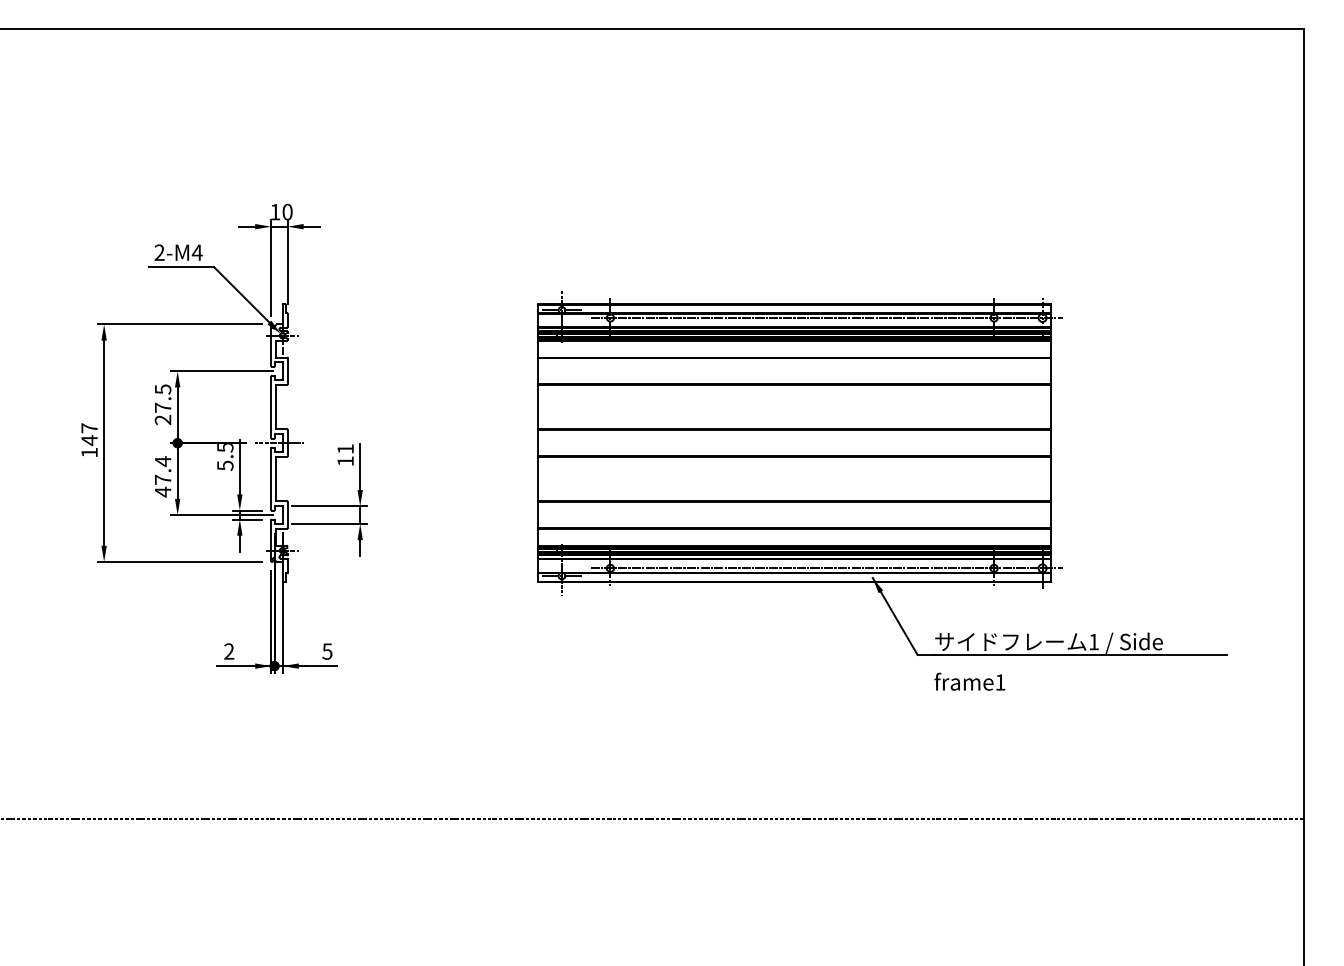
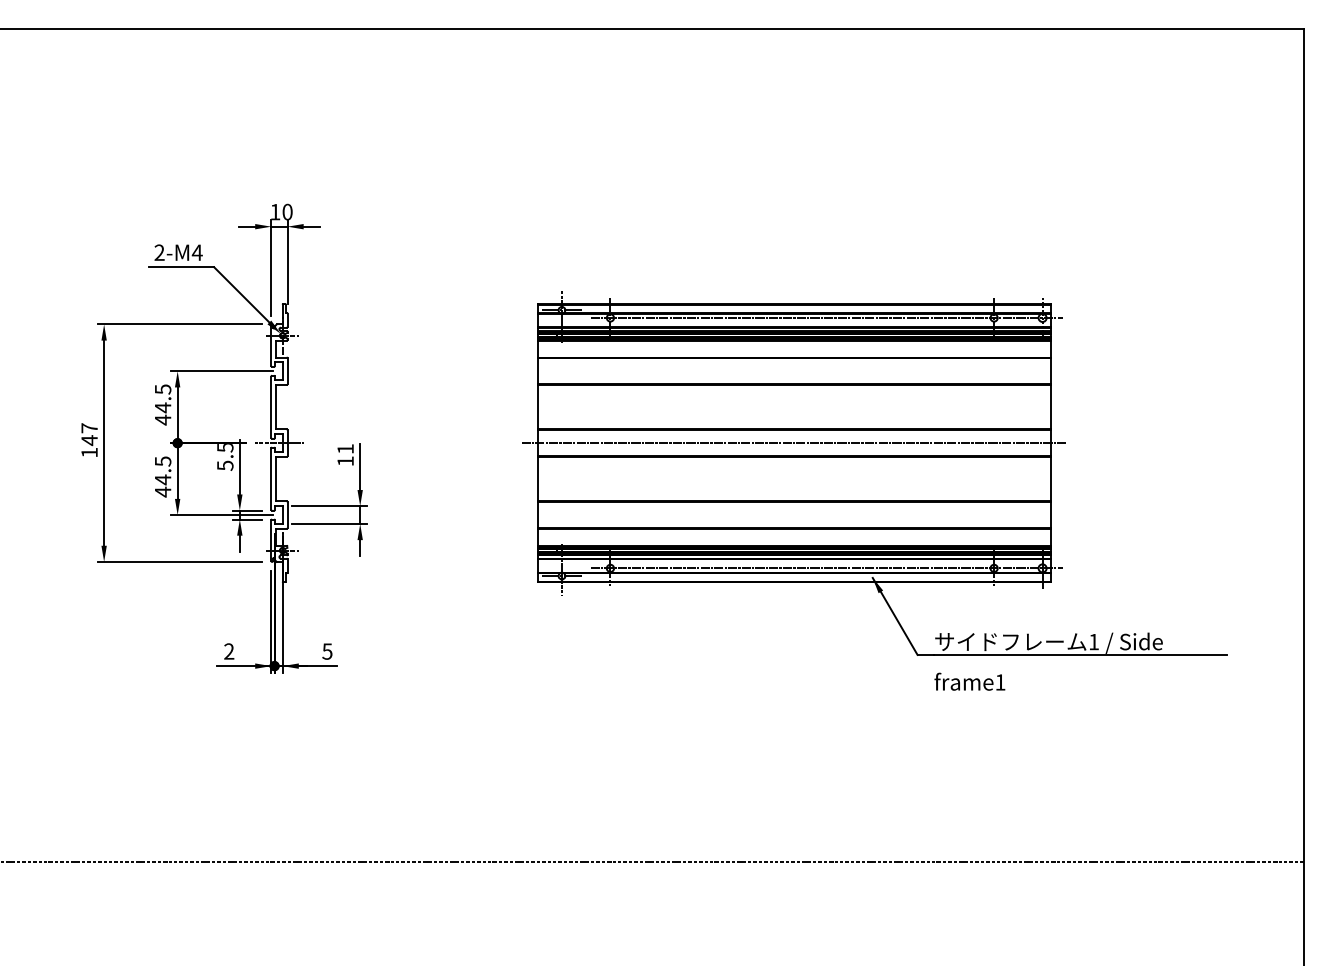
text at (162, 413): 27.5 -> 44.5
line at (793, 443): none -> present
text at (163, 470): 47.4 -> 44.5
line at (652, 819) position: (652, 819) -> (652, 862)
